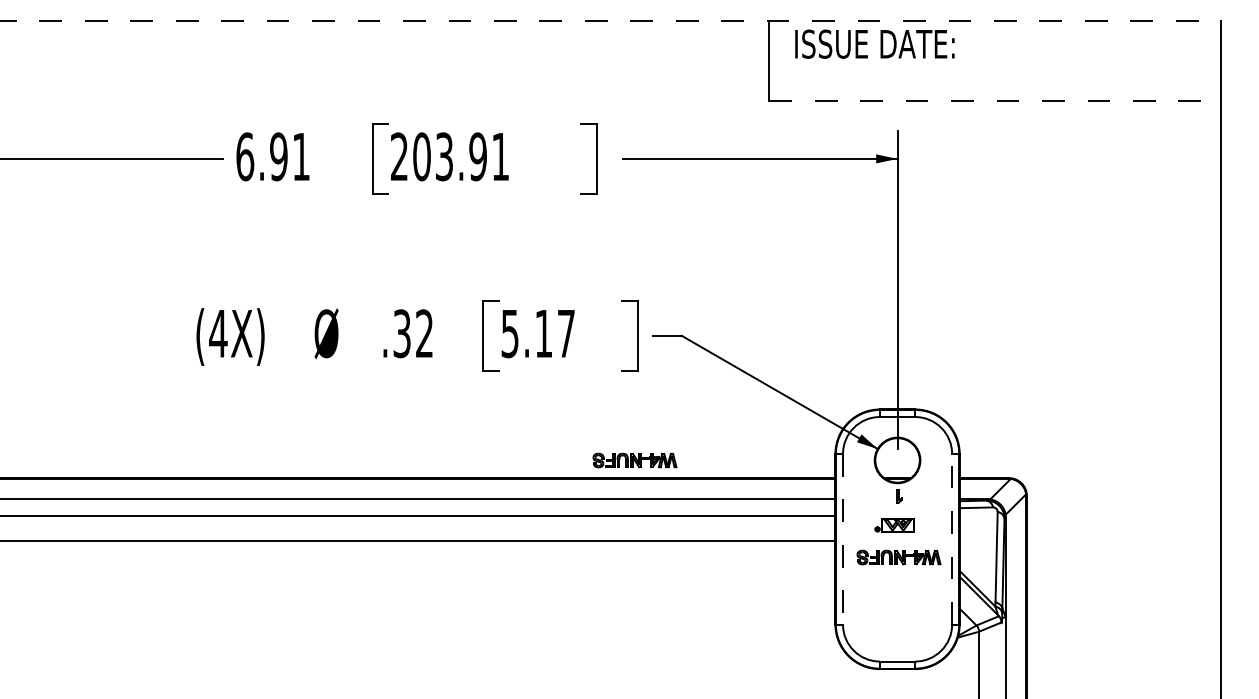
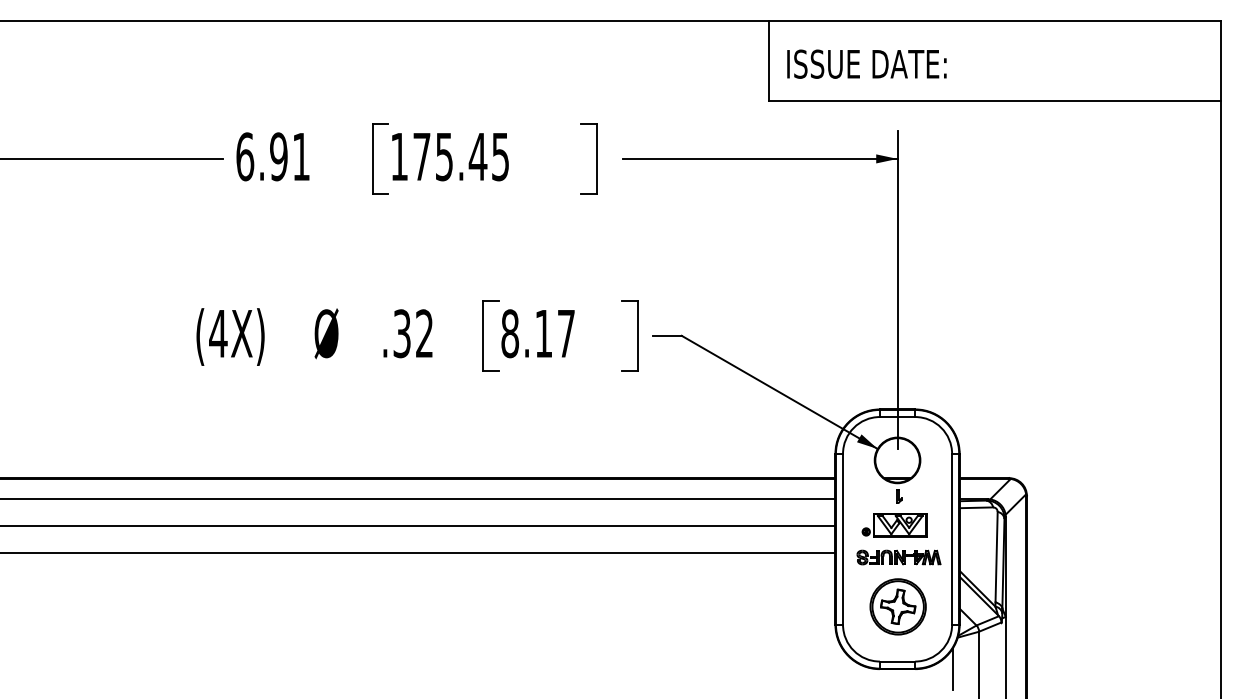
line at (611, 20): dashed -> solid
text at (874, 43) position: (874, 43) -> (866, 63)
line at (995, 100): dashed -> solid
text at (449, 156): 203.91 -> 175.45
text at (509, 333): 5.17 -> 8.17
part at (634, 460): present -> none
line at (418, 515) position: (418, 515) -> (418, 525)
part at (894, 525) size: 41x15 px -> 67x25 px
line at (952, 538): dashed -> solid
line at (843, 539): dashed -> solid
line at (418, 540) position: (418, 540) -> (418, 552)
part at (897, 606): none -> present
line at (952, 669): none -> present
